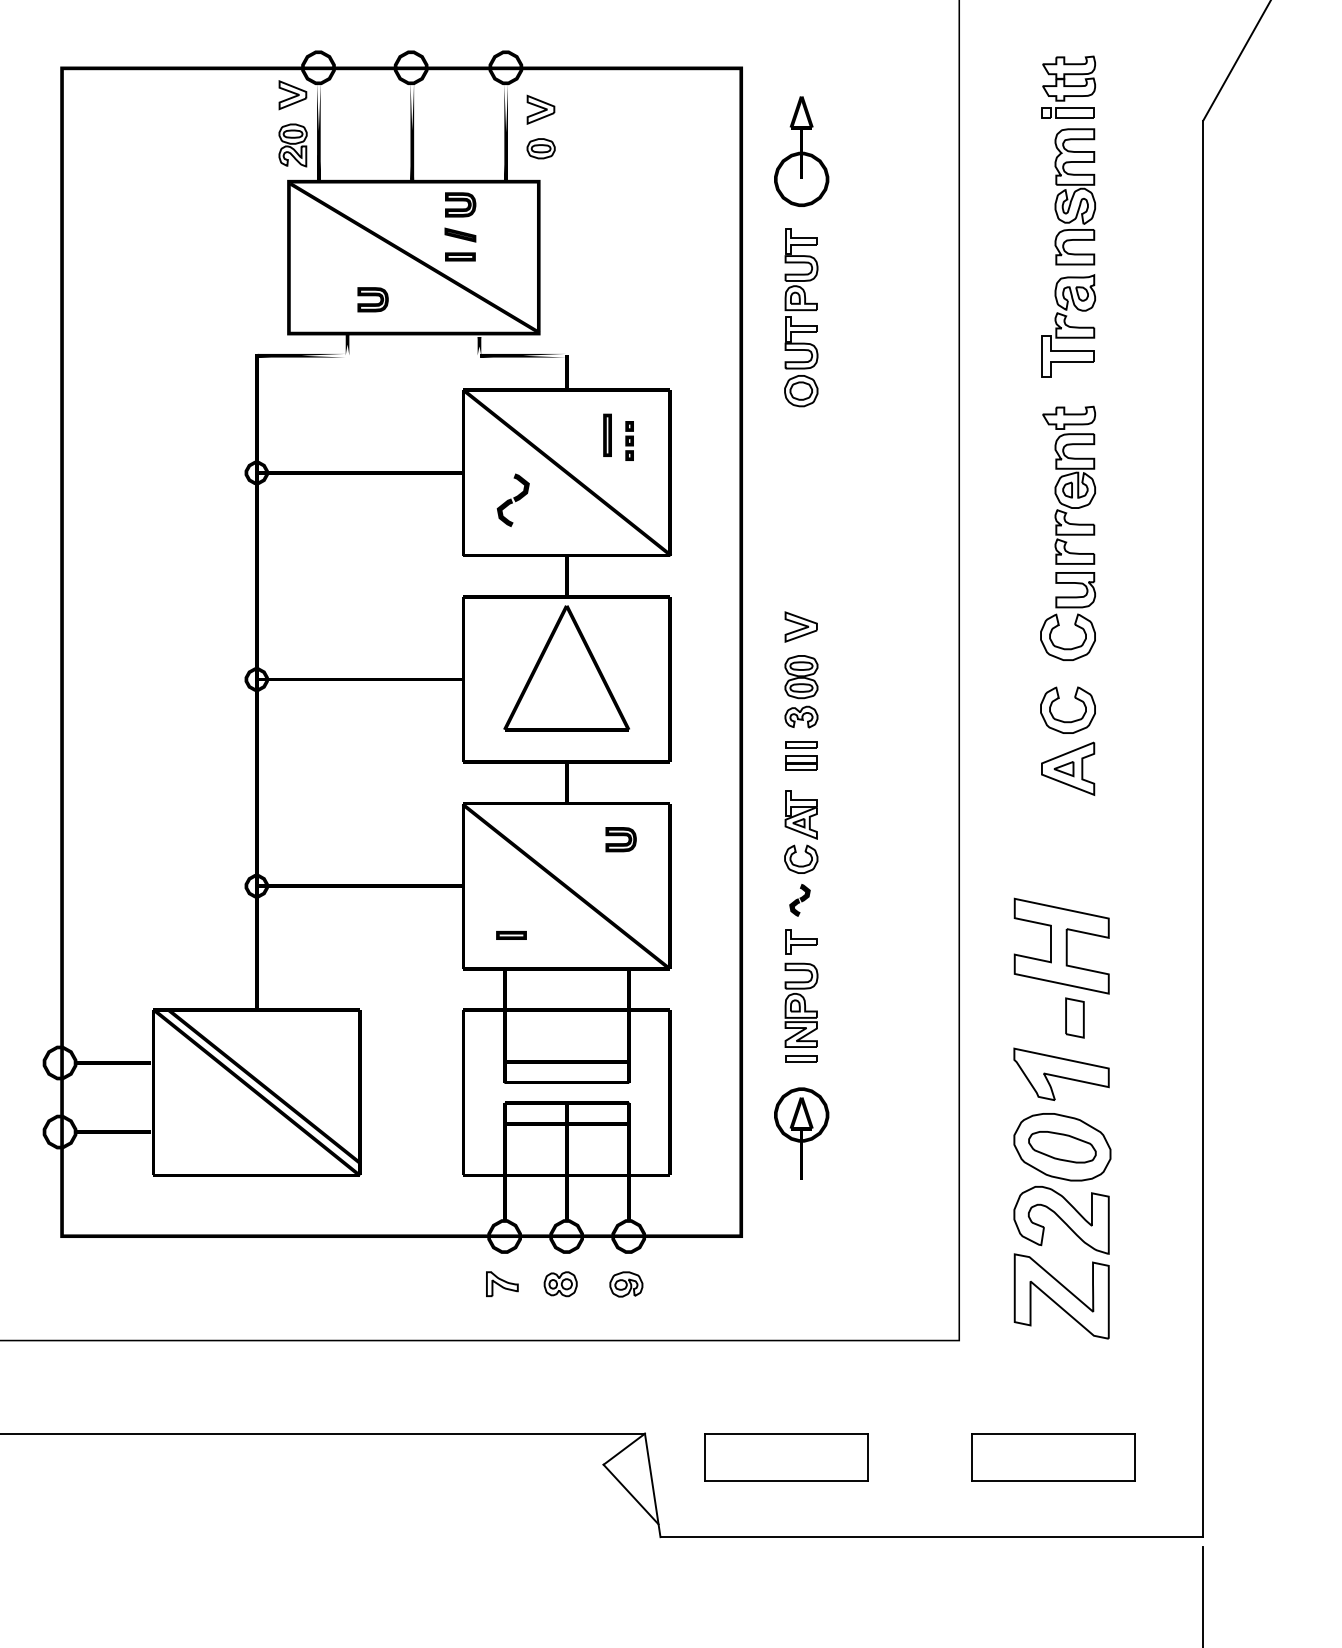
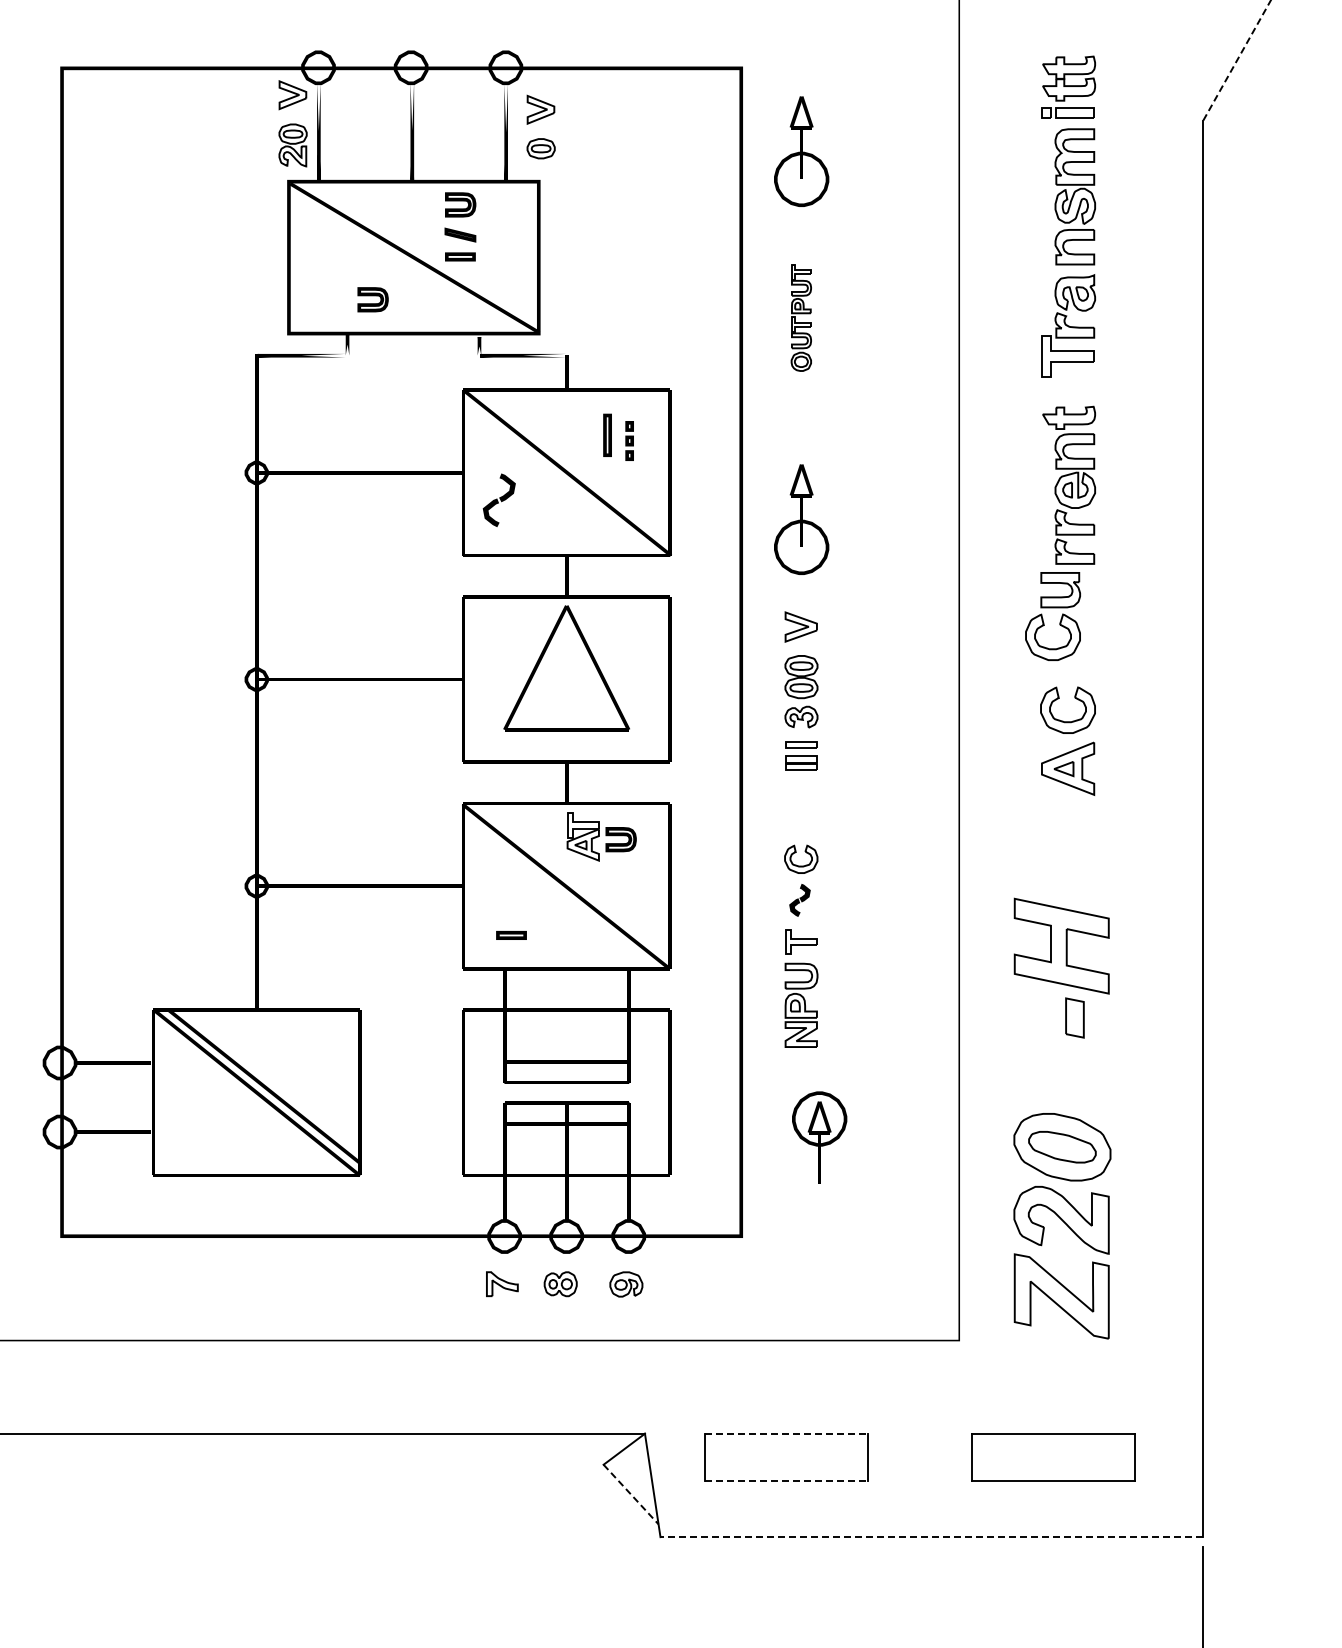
line at (1237, 60): solid -> dashed
part at (801, 317) size: 35x180 px -> 22x108 px
part at (512, 499) position: (512, 499) -> (498, 499)
part at (801, 519): none -> present
part at (1067, 608) position: (1067, 608) -> (1052, 608)
part at (800, 814) position: (800, 814) -> (582, 836)
part at (801, 1058): present -> none
part at (1061, 1073): present -> none
part at (801, 1133) position: (801, 1133) -> (819, 1137)
line at (786, 1433): solid -> dashed
line at (786, 1481): solid -> dashed
line at (631, 1494): solid -> dashed
line at (931, 1537): solid -> dashed
